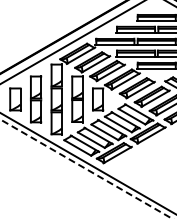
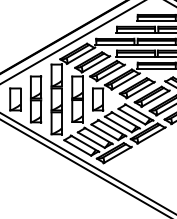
line at (86, 169): dashed -> solid
